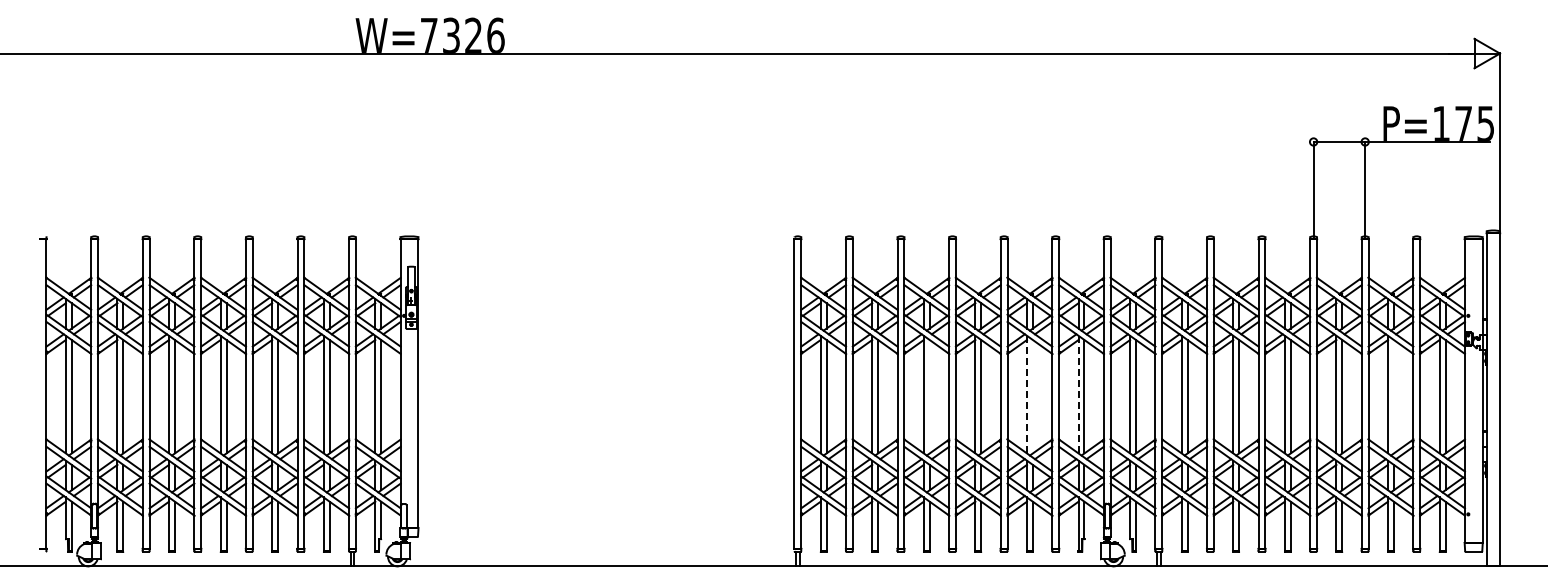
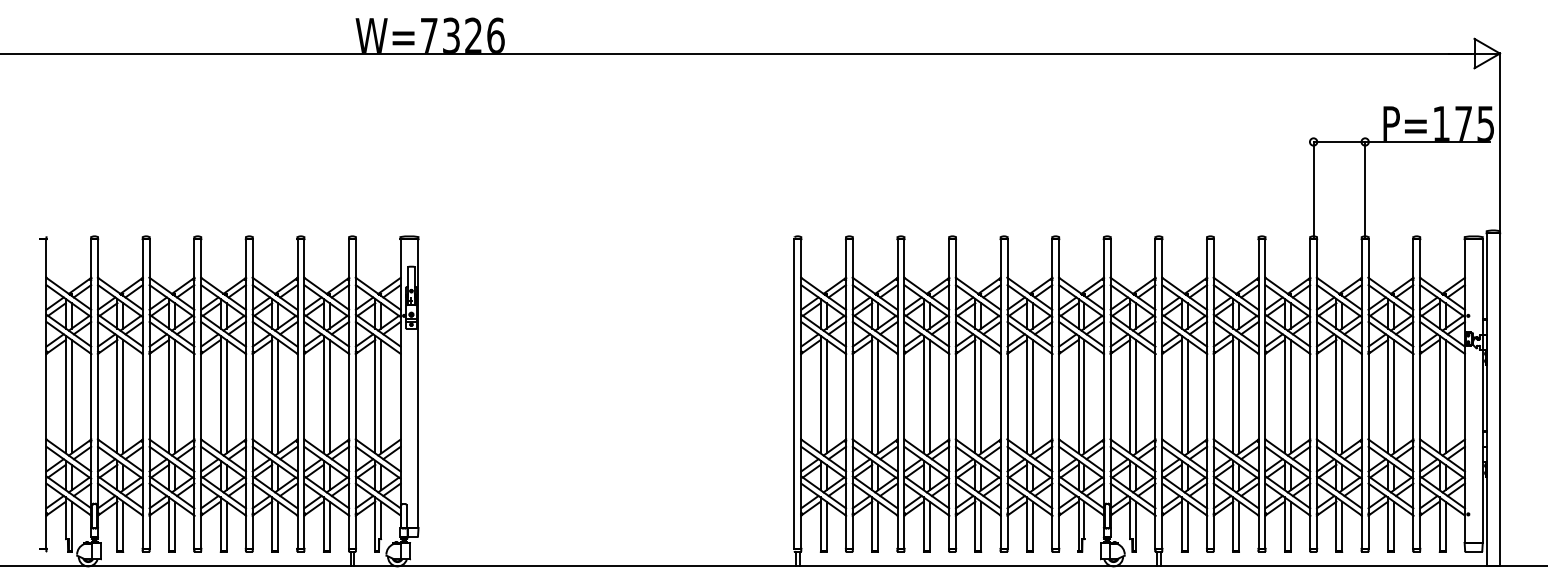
line at (1026, 394): dashed -> solid
line at (1078, 394): dashed -> solid
line at (929, 396): none -> present
line at (1032, 396): none -> present
line at (1393, 396): none -> present
